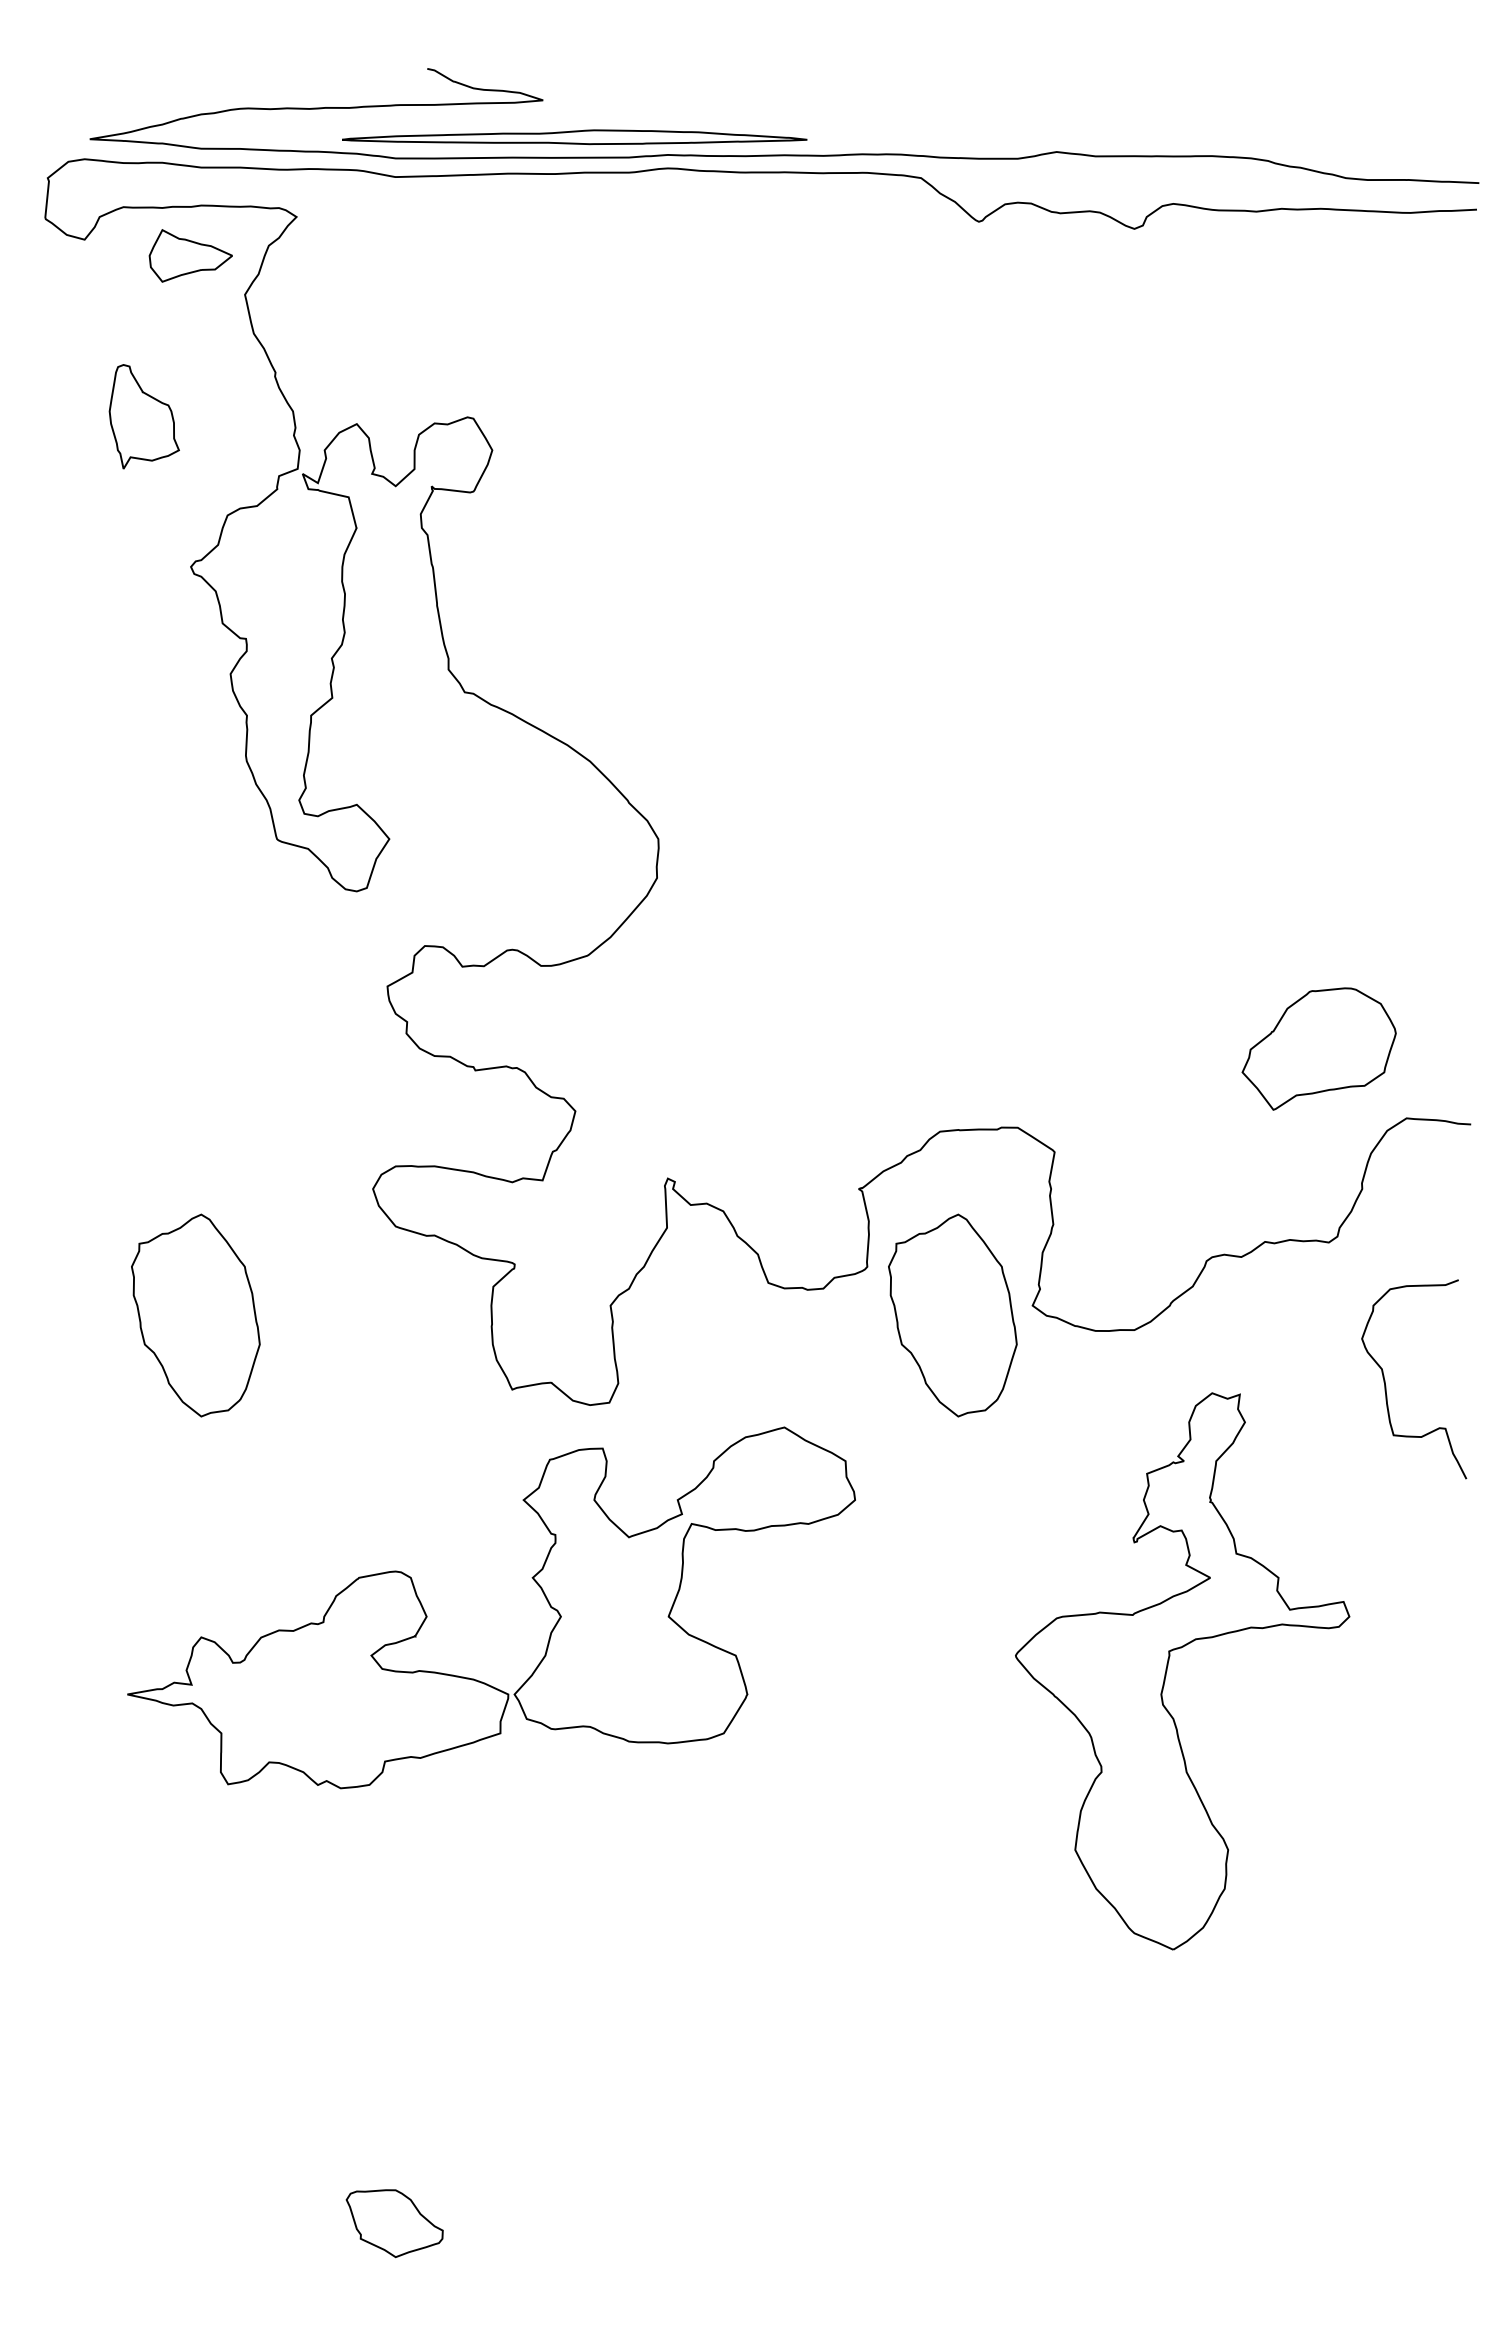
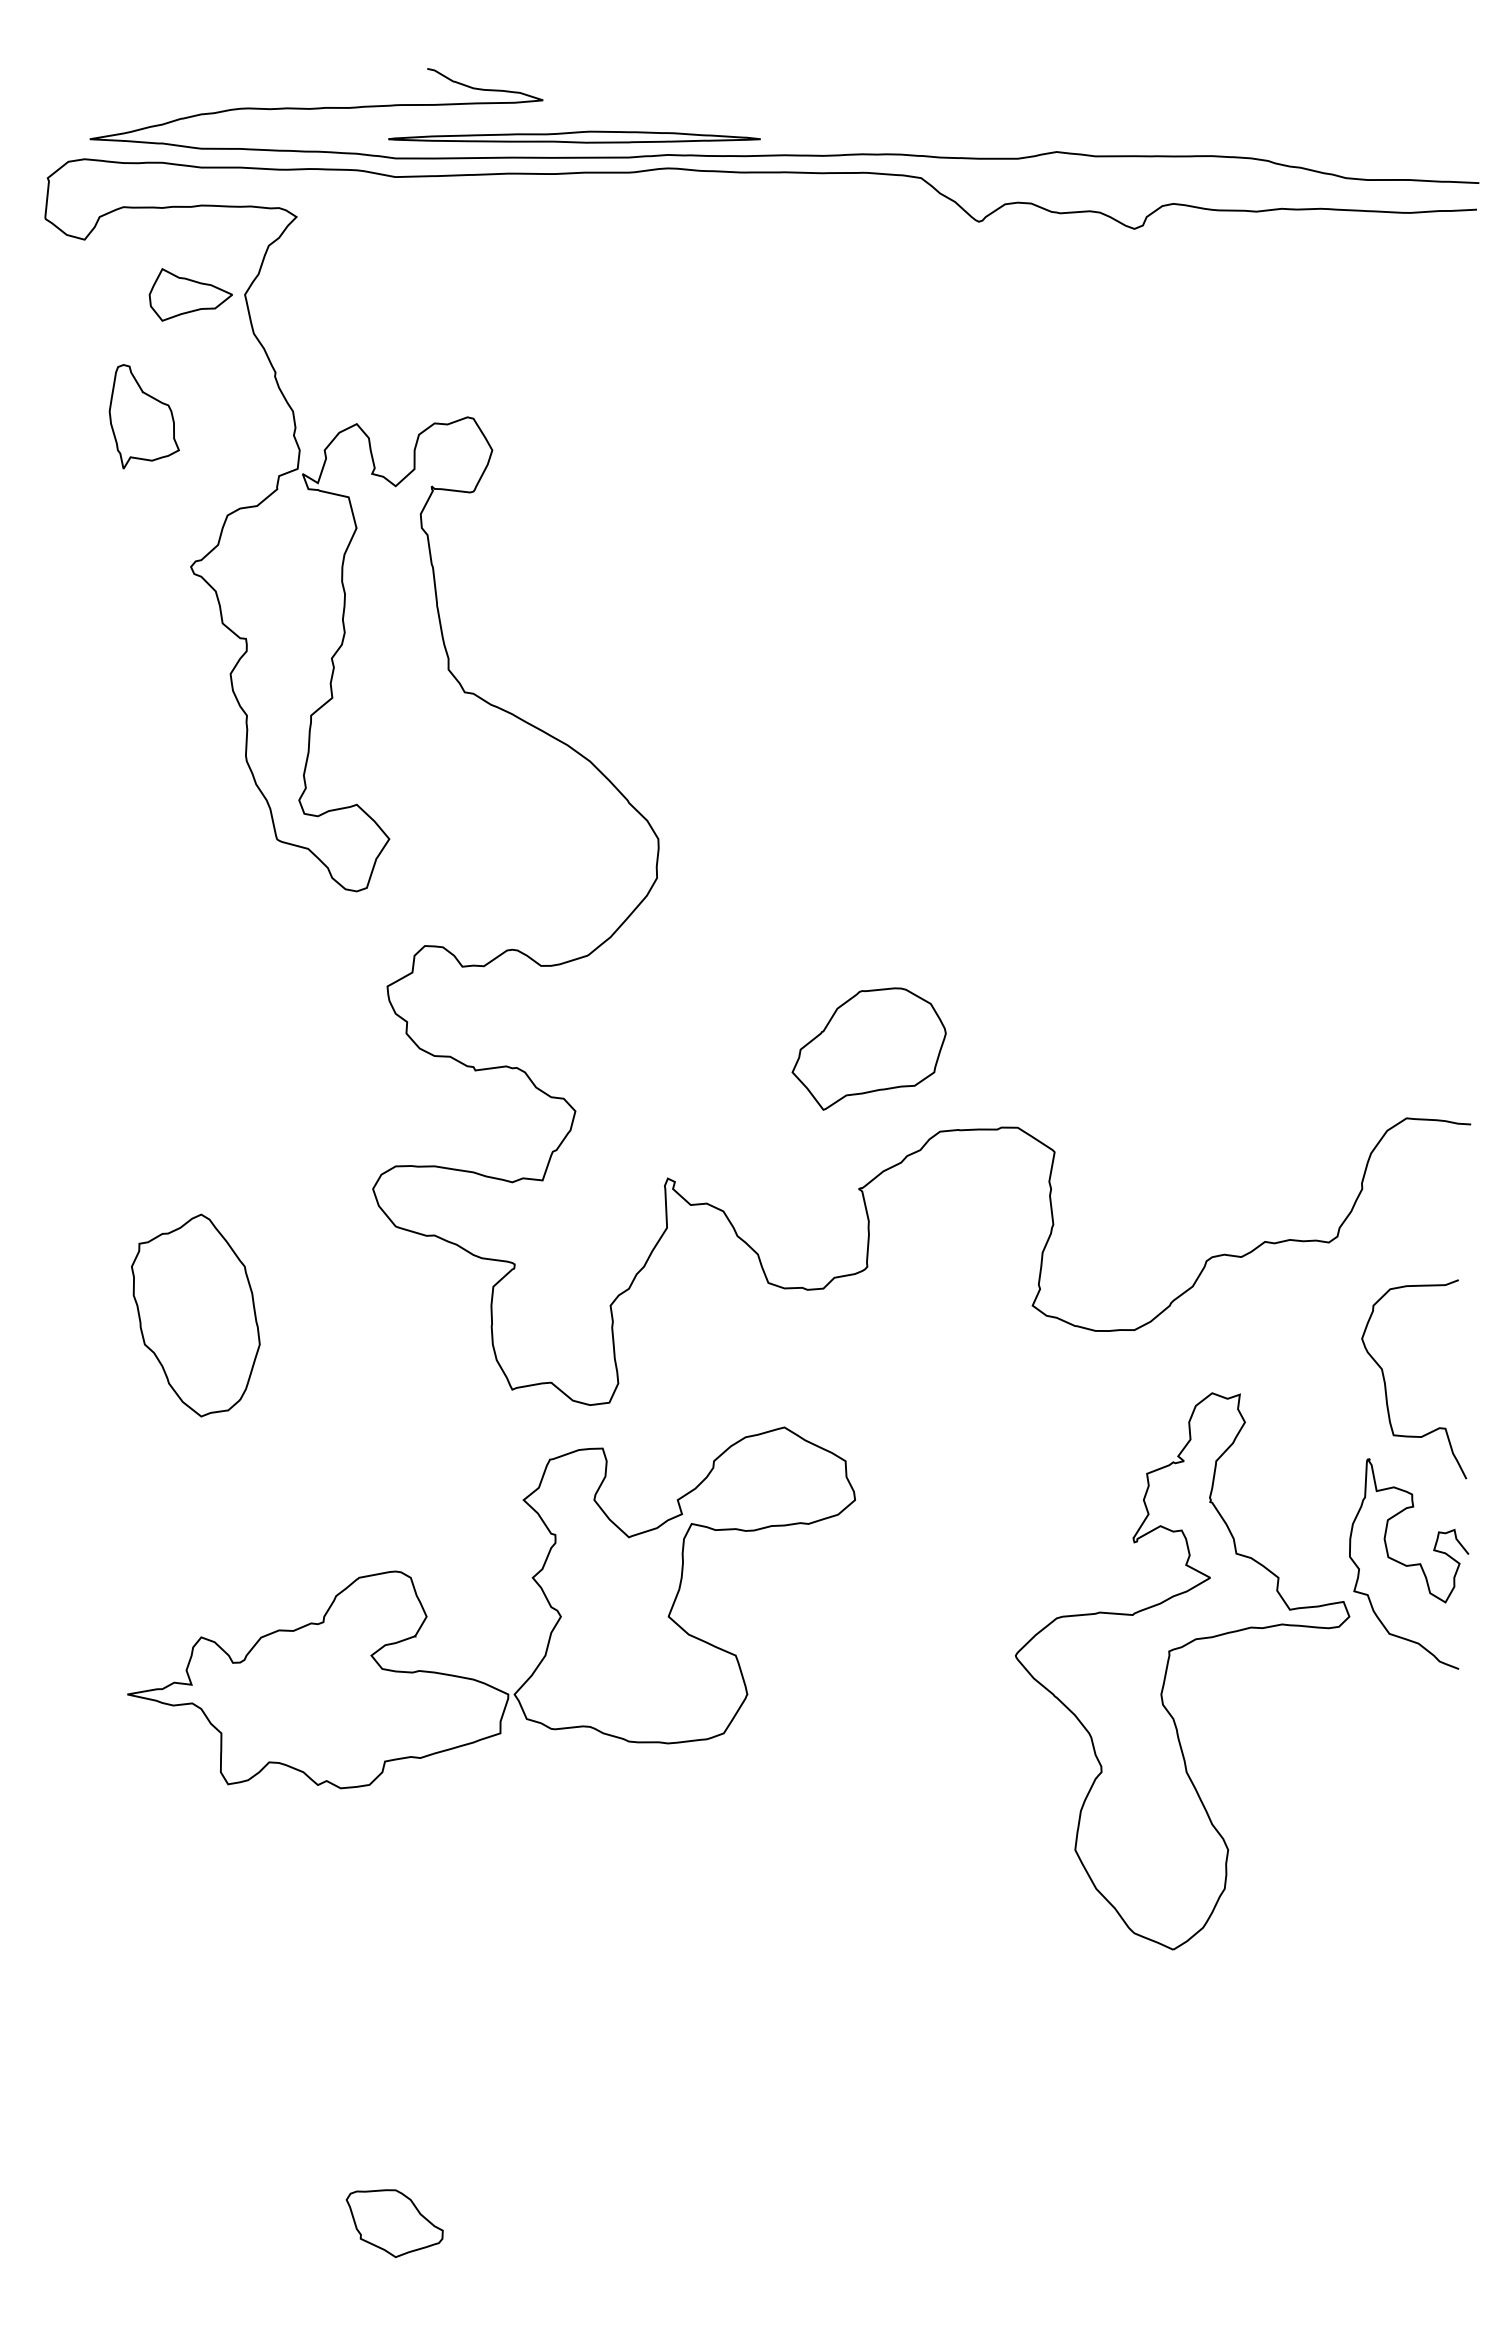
part at (574, 137) size: 466x17 px -> 373x14 px
part at (190, 255) position: (190, 255) -> (190, 294)
part at (1318, 1048) position: (1318, 1048) -> (868, 1048)
part at (952, 1315): present -> none
curve at (1409, 1564): none -> present
